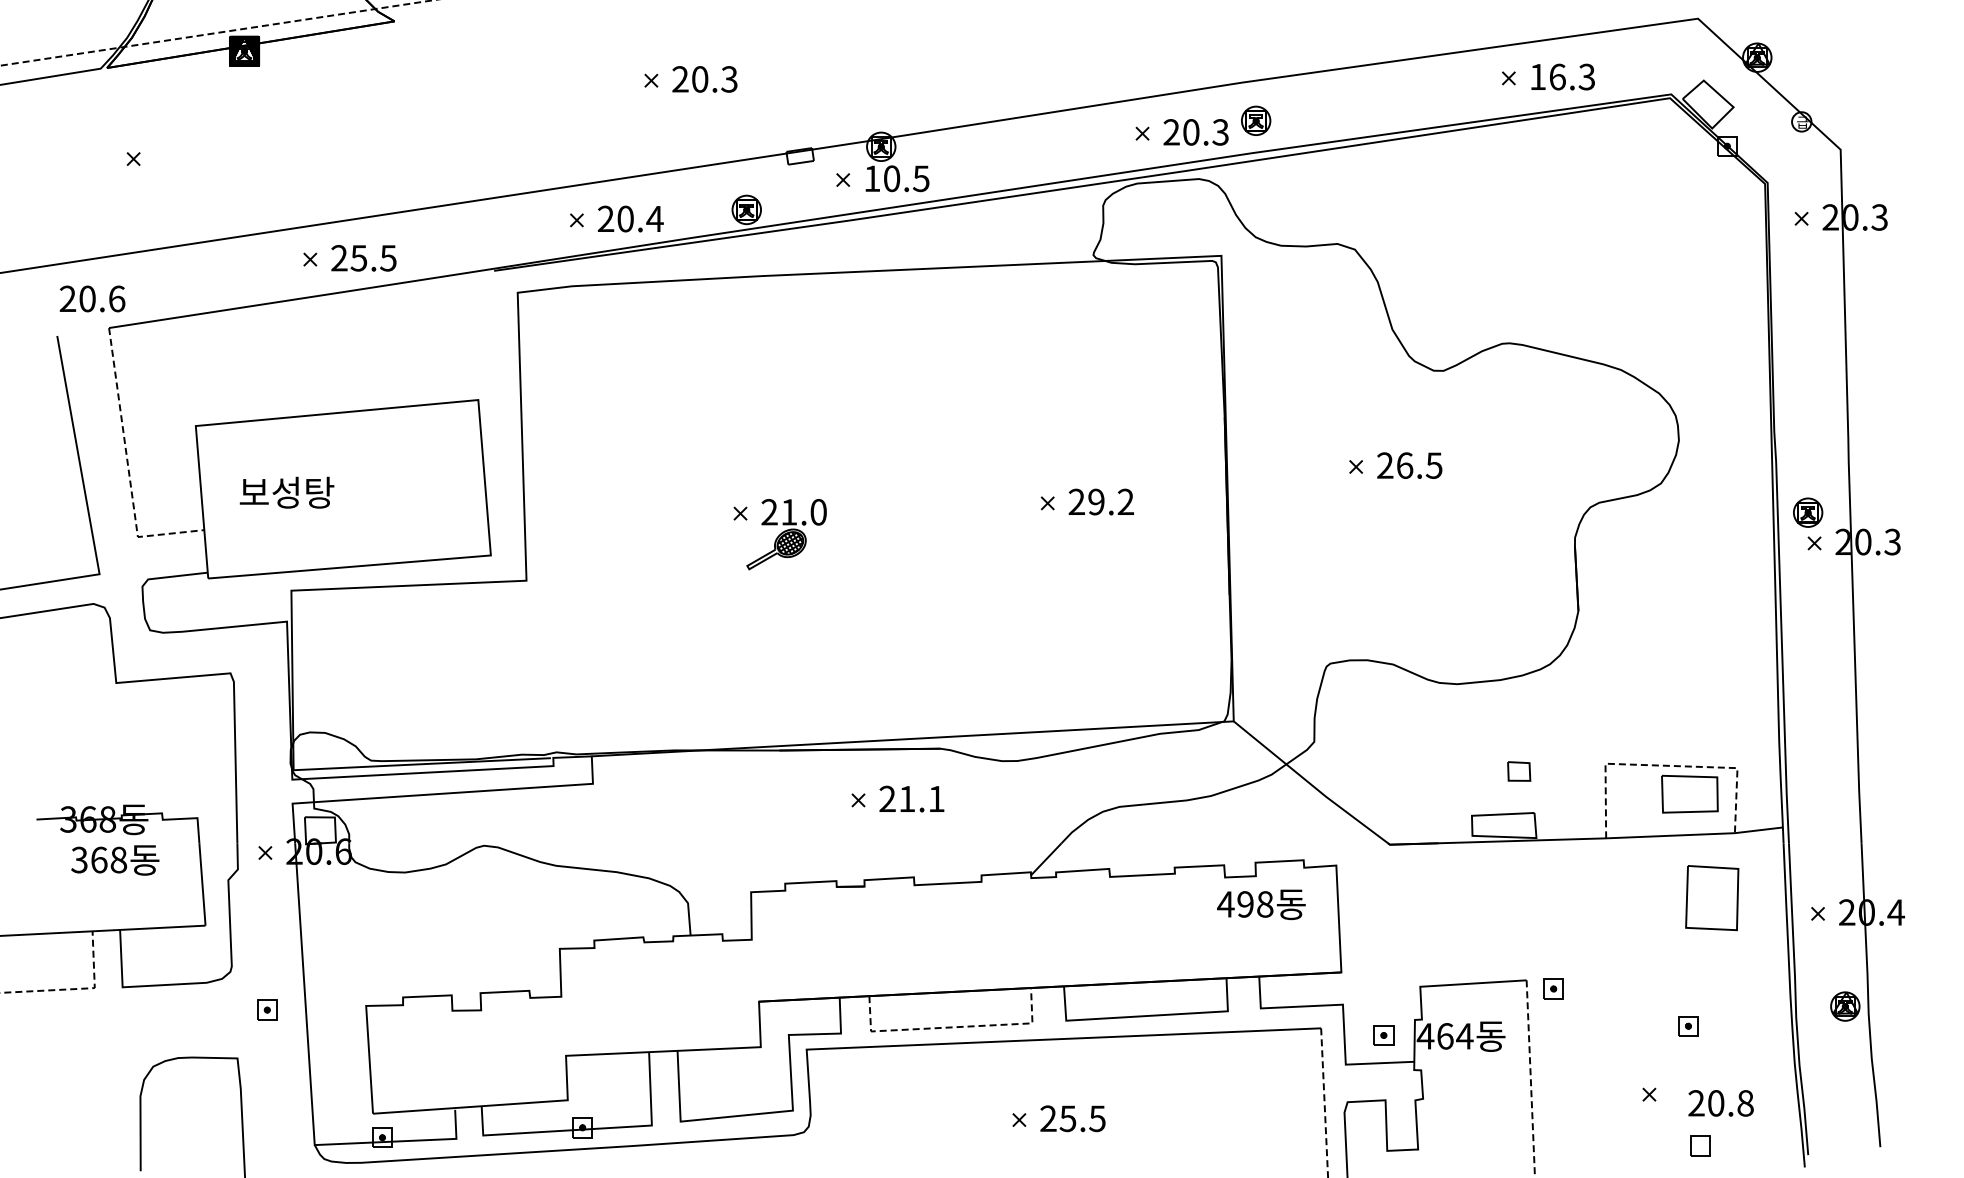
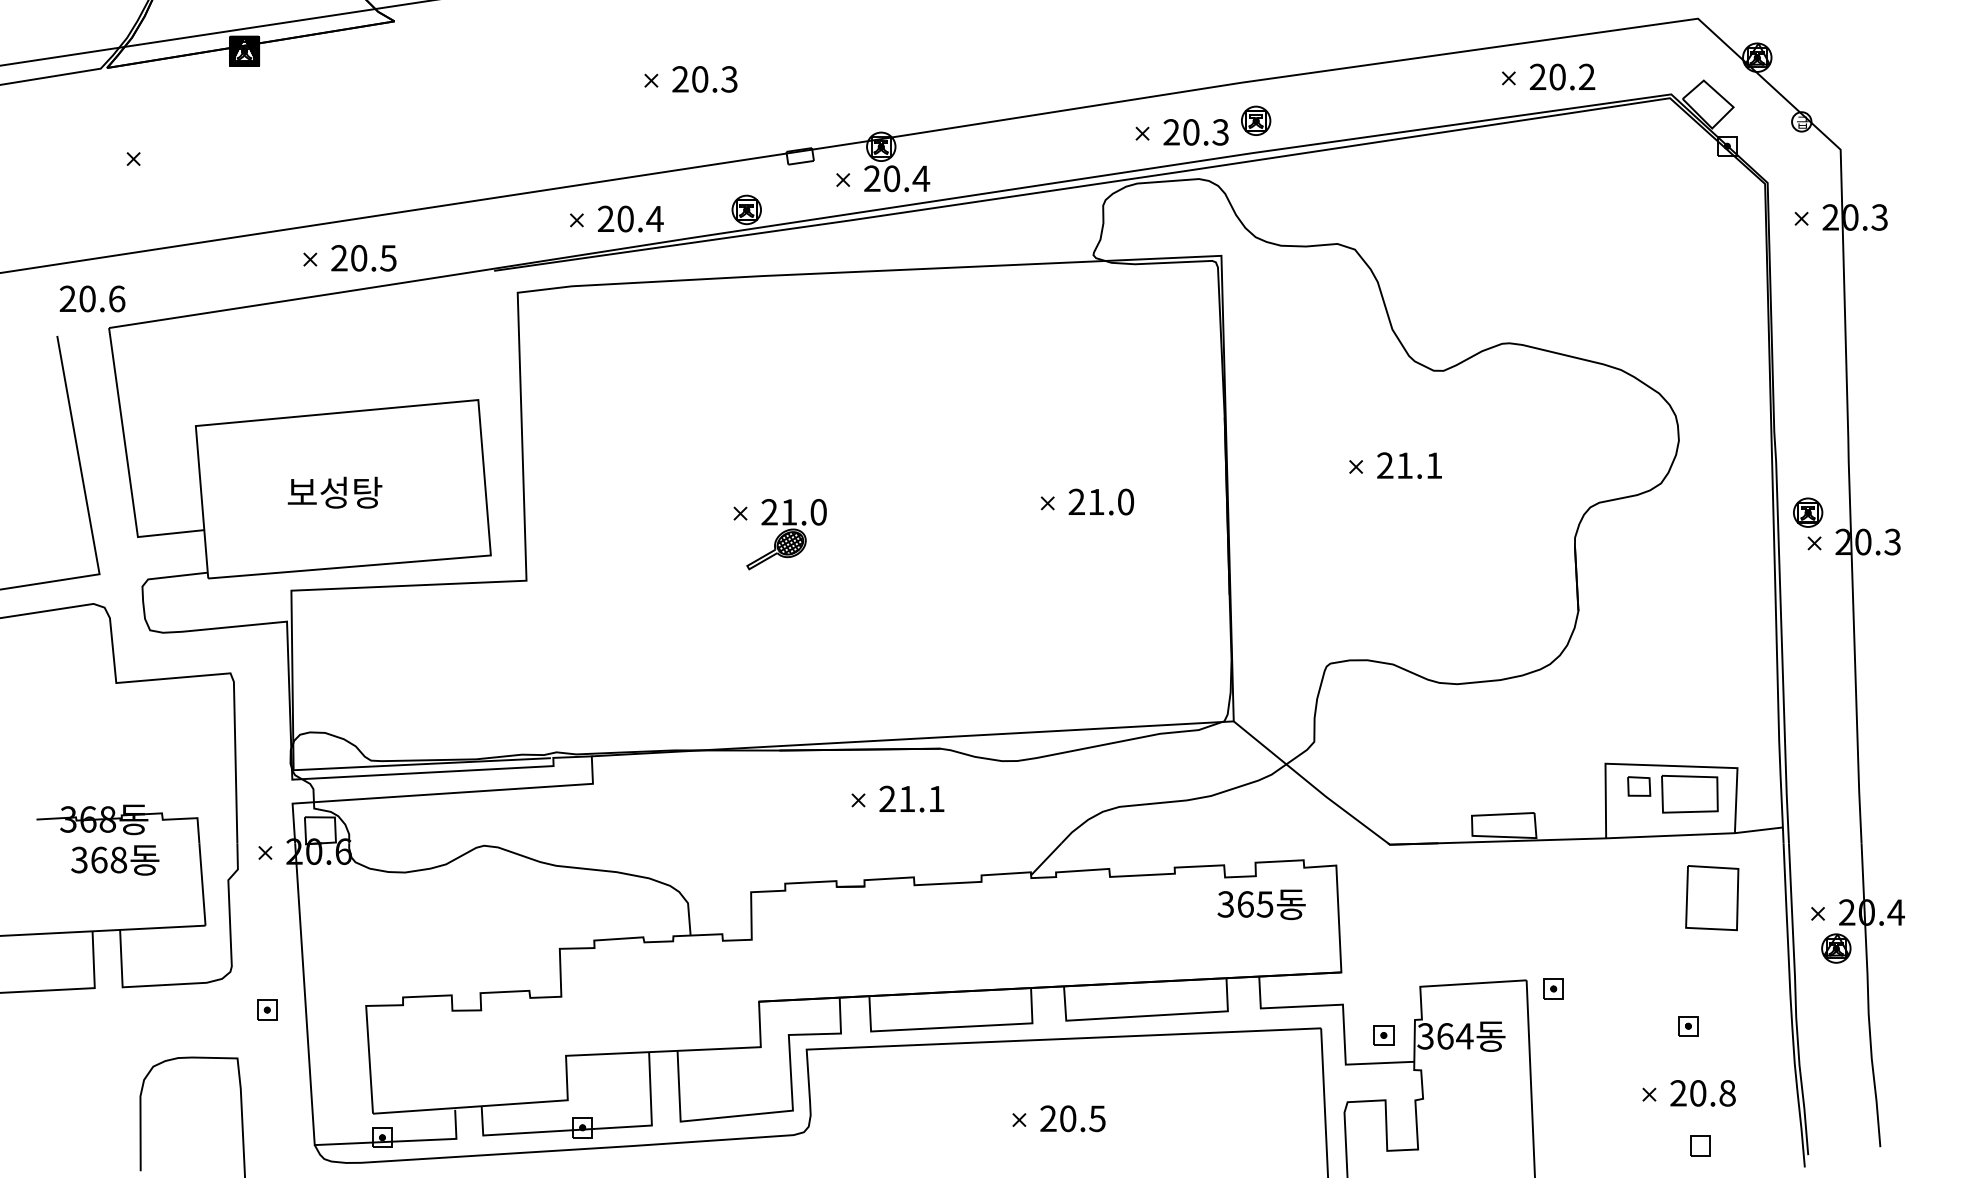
line at (217, 32): dashed -> solid
text at (1562, 76): 16.3 -> 20.2
text at (897, 178): 10.5 -> 20.4
text at (358, 258): 25.5 -> 20.5
text at (1419, 465): 26.5 -> 21.1
line at (128, 466): dashed -> solid
text at (286, 492) position: (286, 492) -> (334, 492)
text at (1111, 501): 29.2 -> 21.0
line at (1667, 765): dashed -> solid
part at (1519, 771) position: (1519, 771) -> (1639, 786)
text at (1245, 904): 498 -> 365
line at (76, 989): dashed -> solid
part at (1845, 1006) position: (1845, 1006) -> (1836, 948)
line at (951, 1027): dashed -> solid
text at (1425, 1036): 464 -> 364
line at (1530, 1079): dashed -> solid
line at (1324, 1103): dashed -> solid
text at (1720, 1103) position: (1720, 1103) -> (1702, 1093)
text at (1067, 1118): 25.5 -> 20.5
